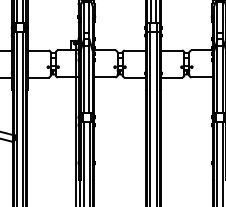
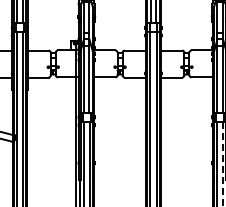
line at (223, 164): solid -> dashed
